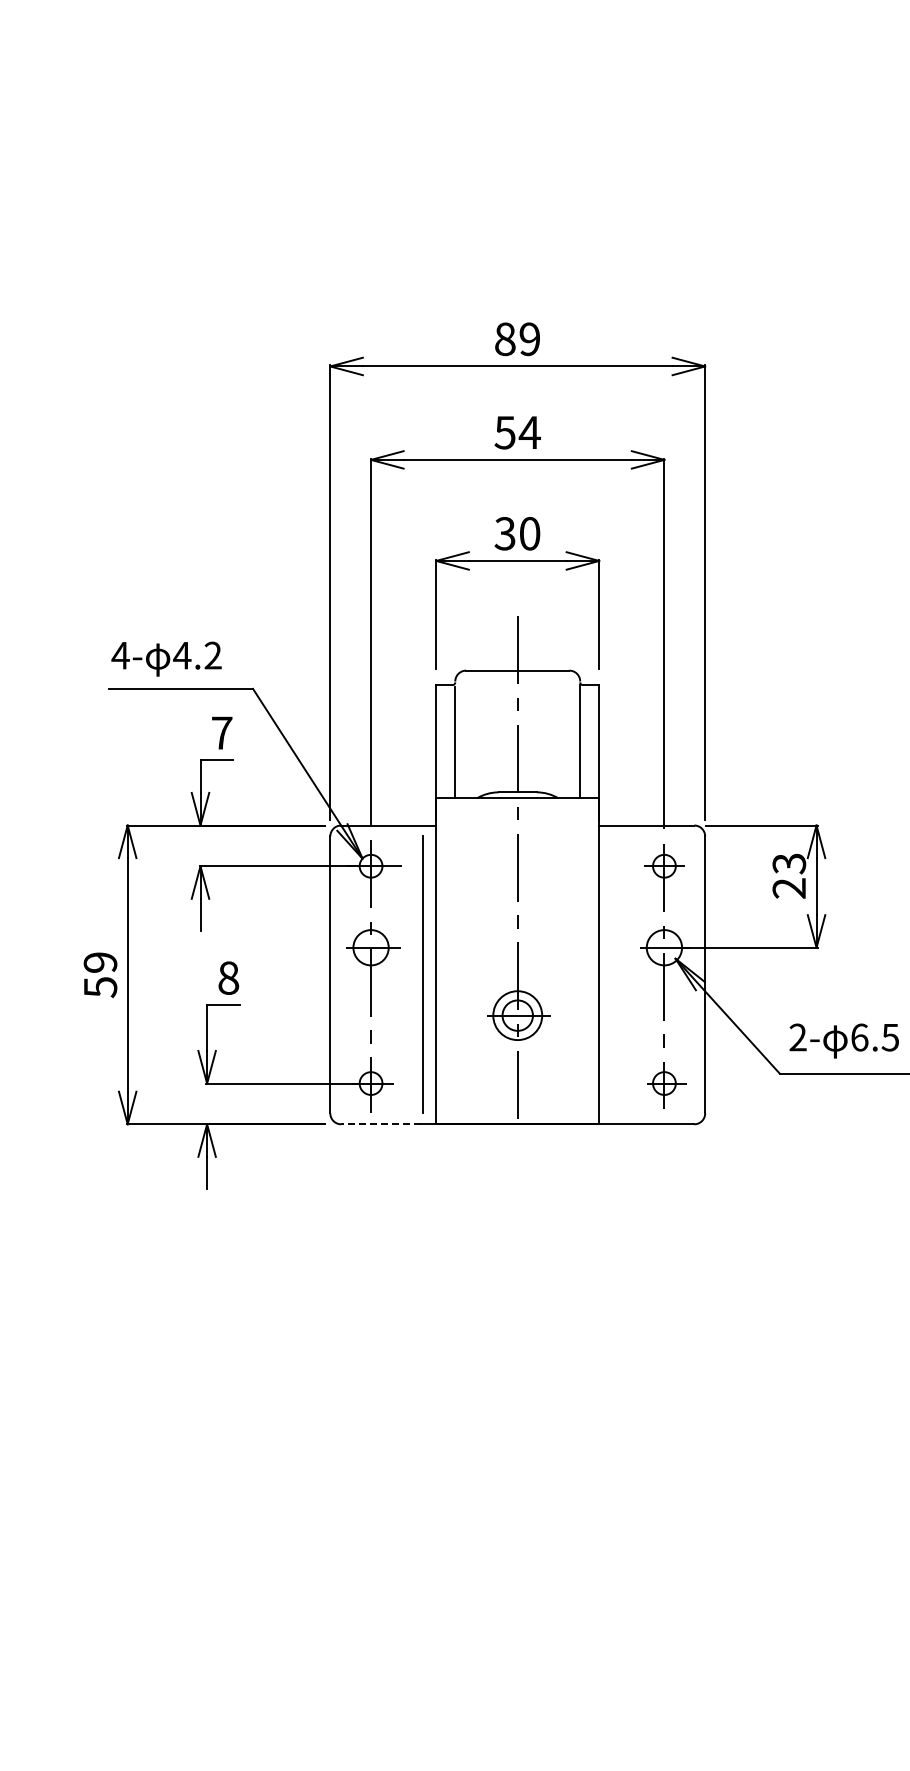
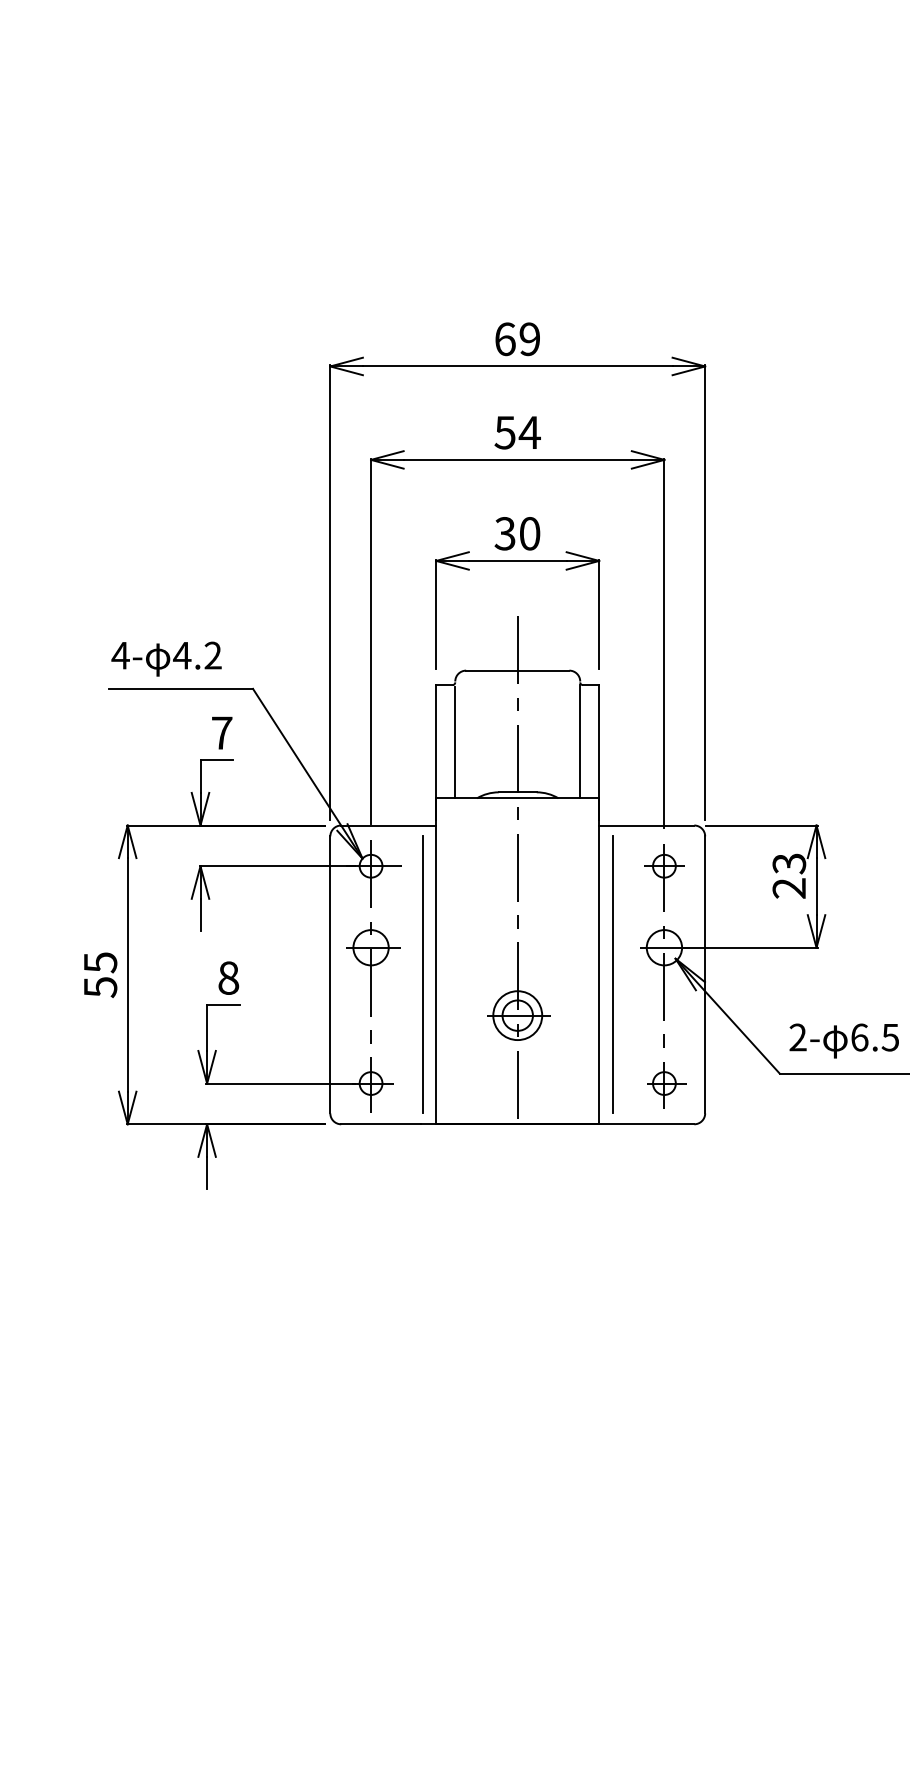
text at (505, 339): 89 -> 69
text at (100, 962): 59 -> 55
line at (612, 974): none -> present
line at (381, 1124): dashed -> solid
